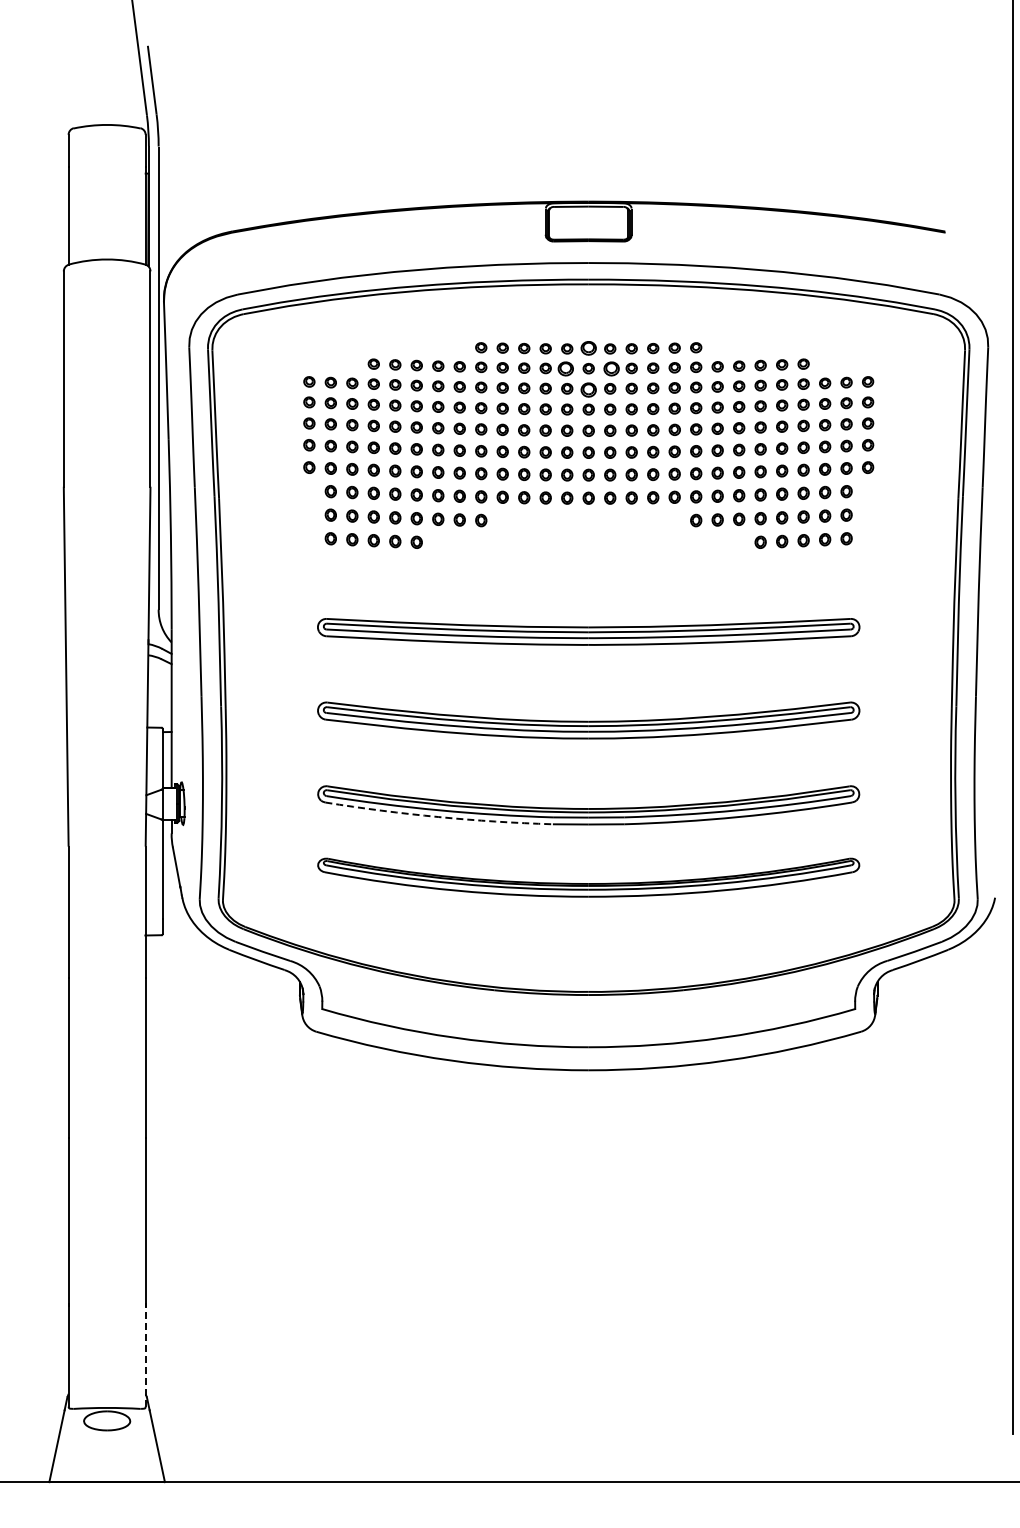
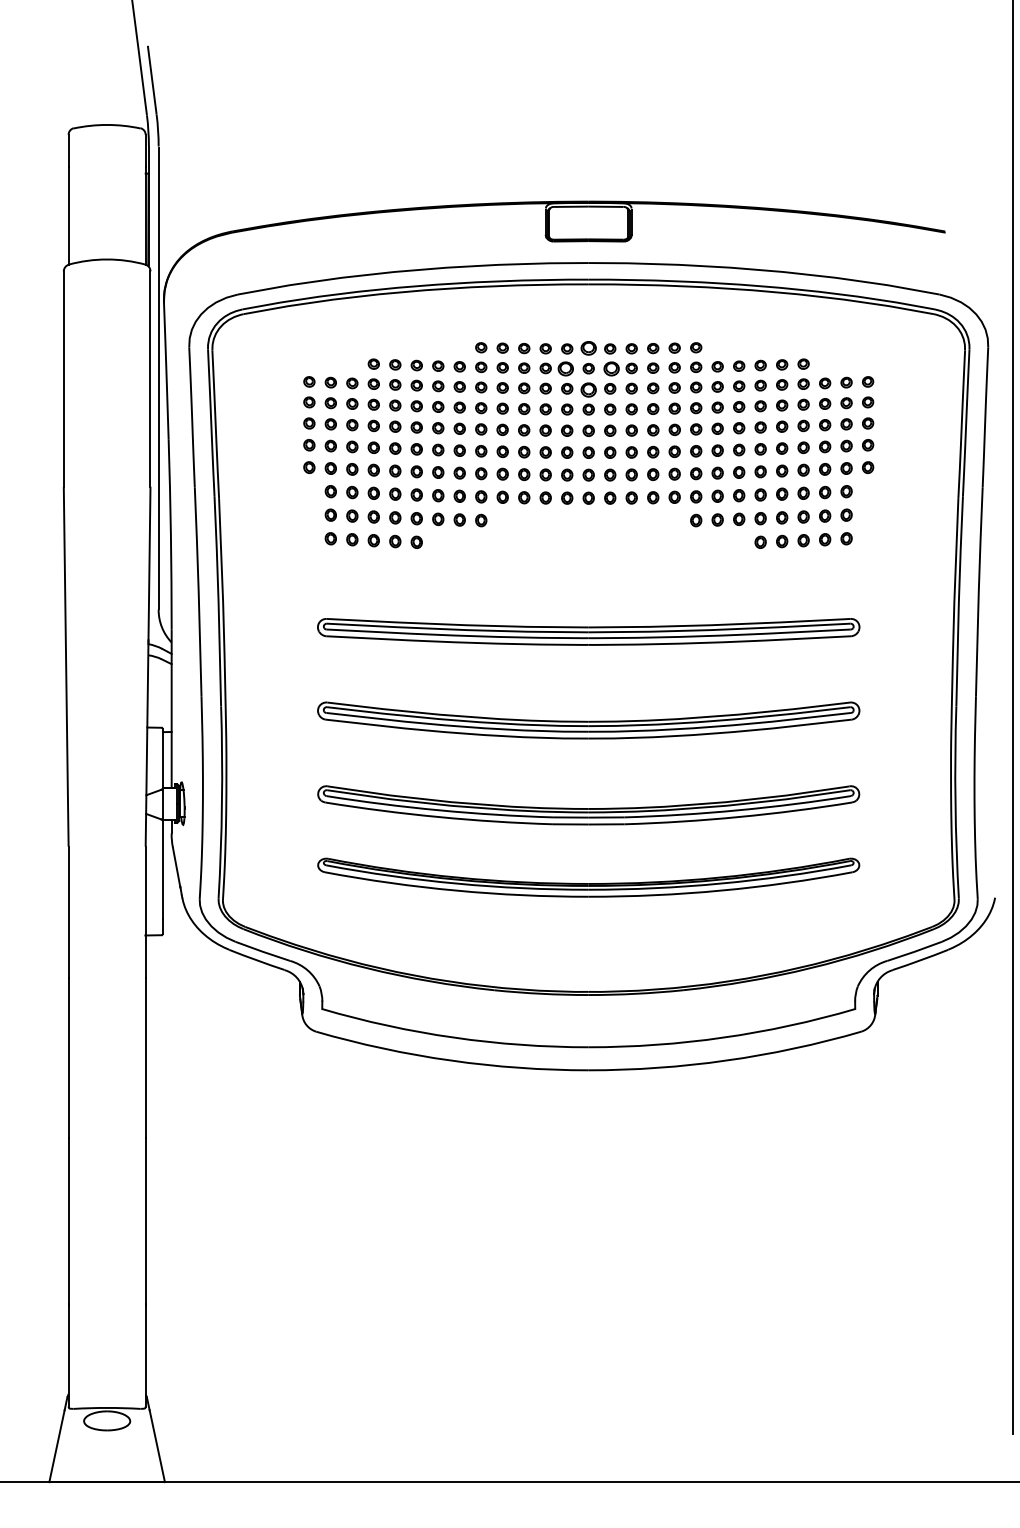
arc at (438, 817): dashed -> solid
line at (145, 1355): dashed -> solid
